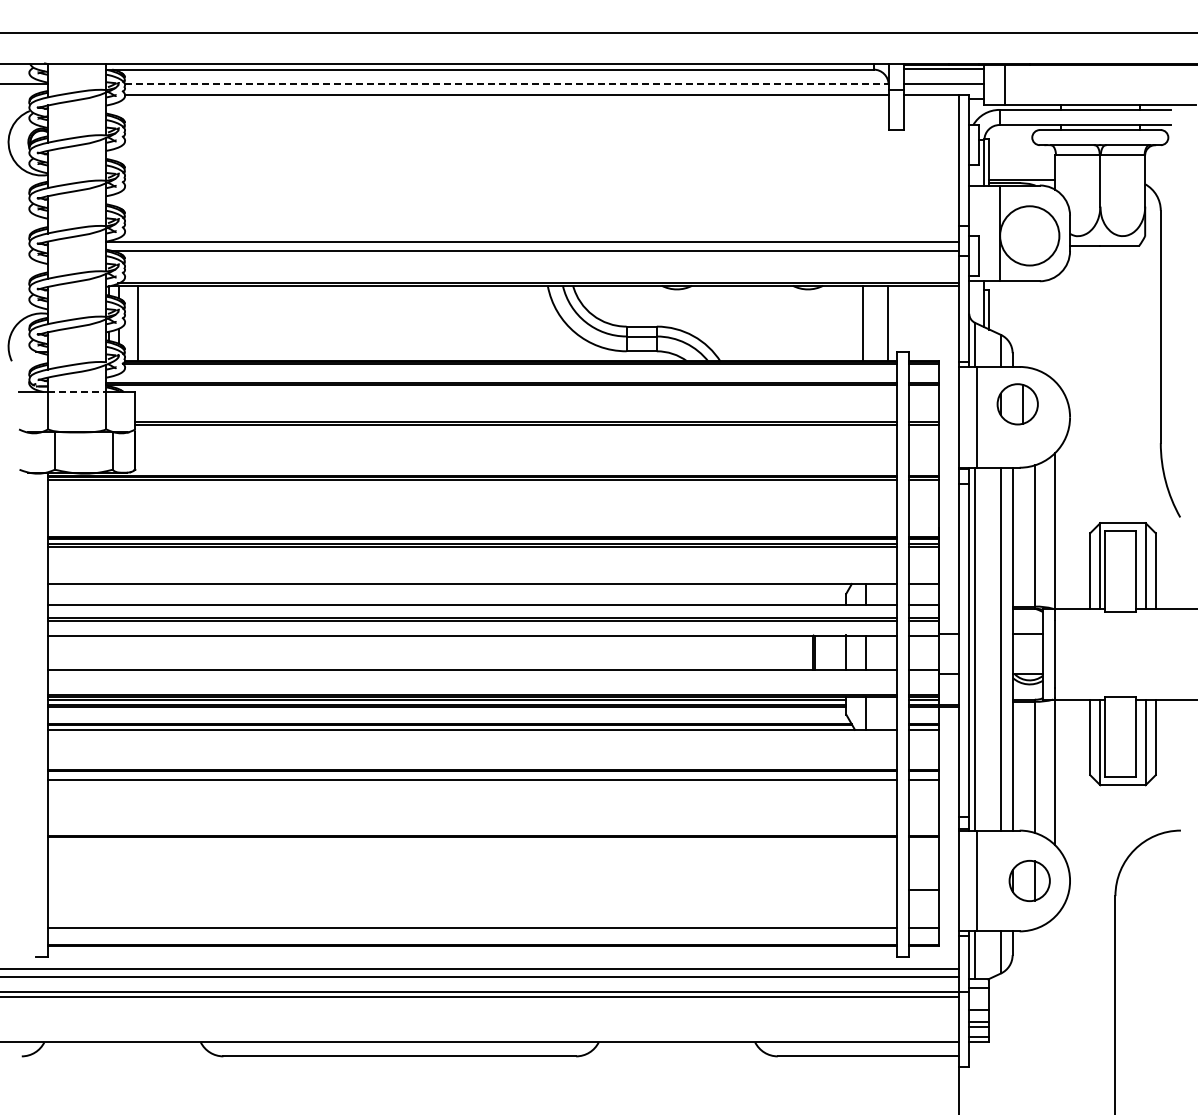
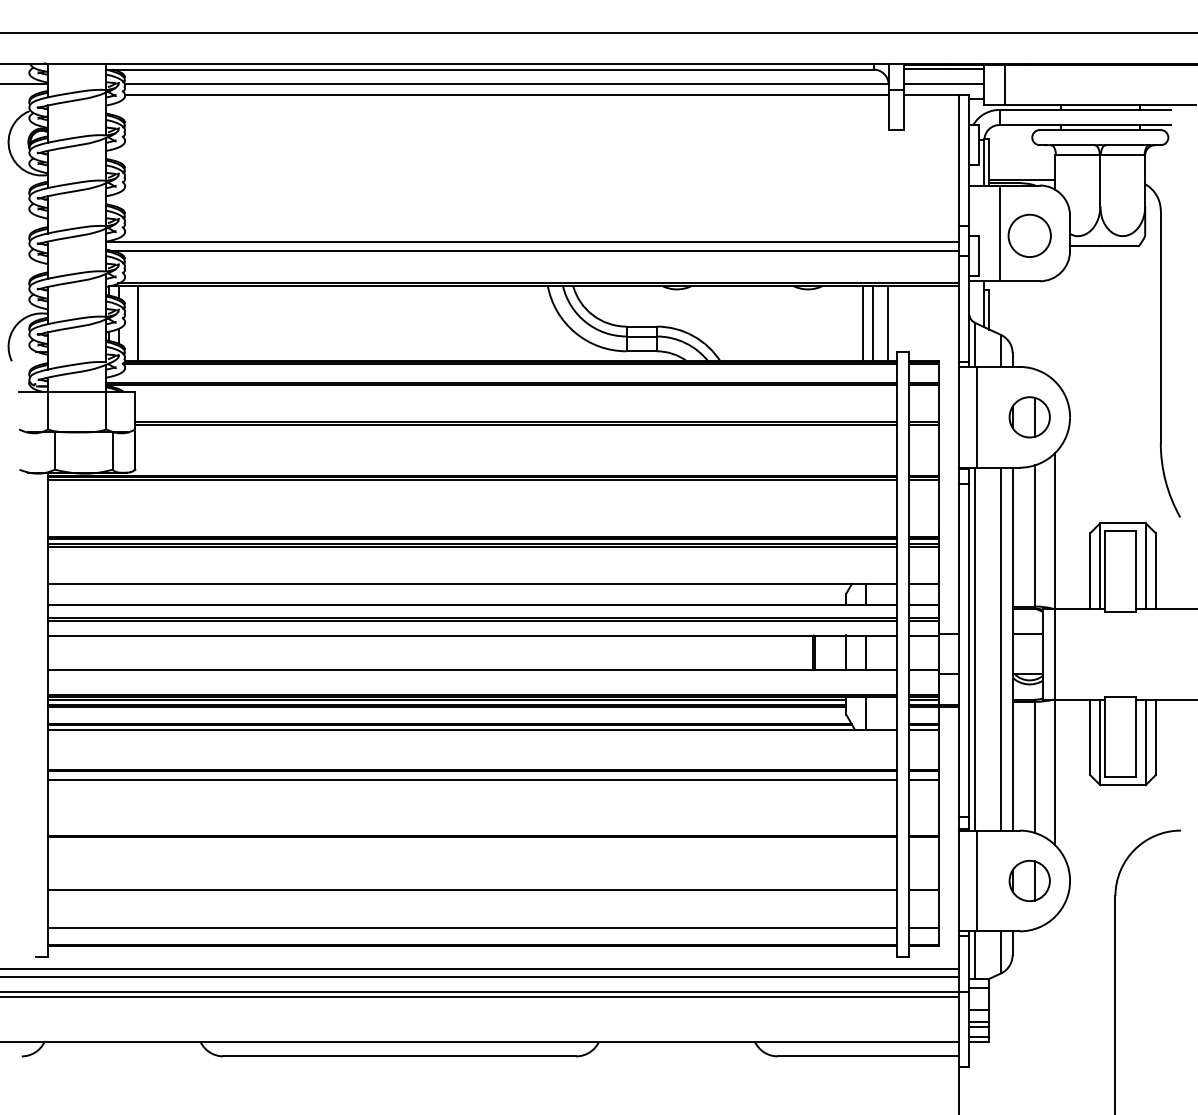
line at (506, 83): dashed -> solid
circle at (1029, 235) diameter: 59 px -> 42 px
line at (873, 323): none -> present
line at (77, 392): dashed -> solid
part at (1017, 404) position: (1017, 404) -> (1029, 417)
line at (472, 890): none -> present
